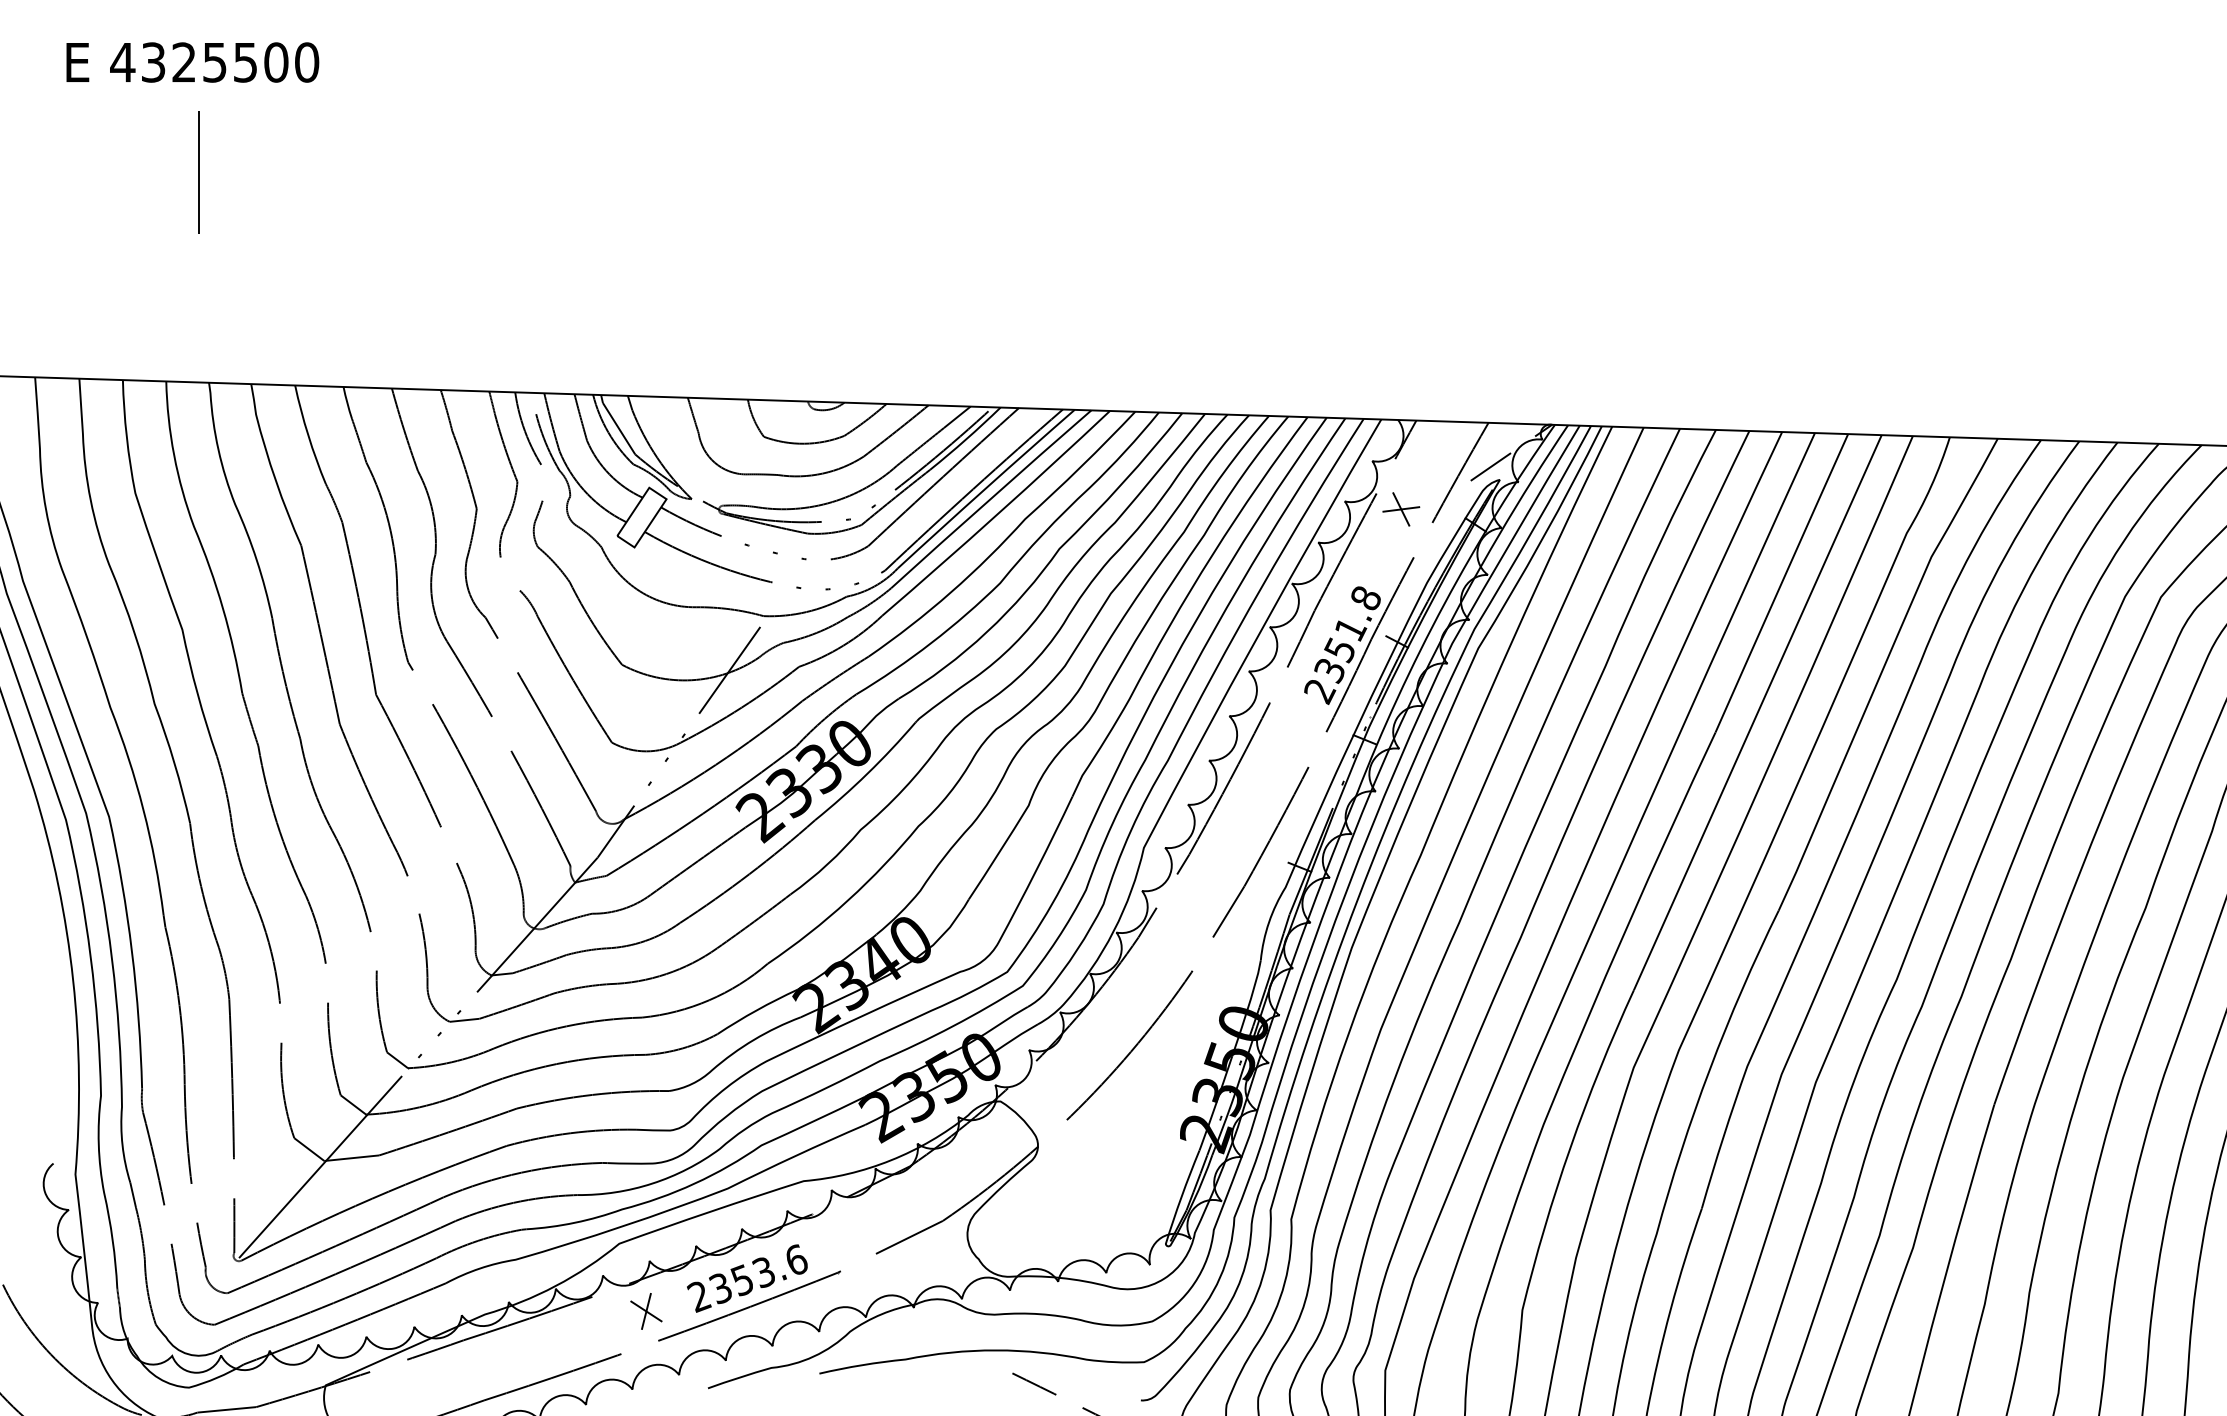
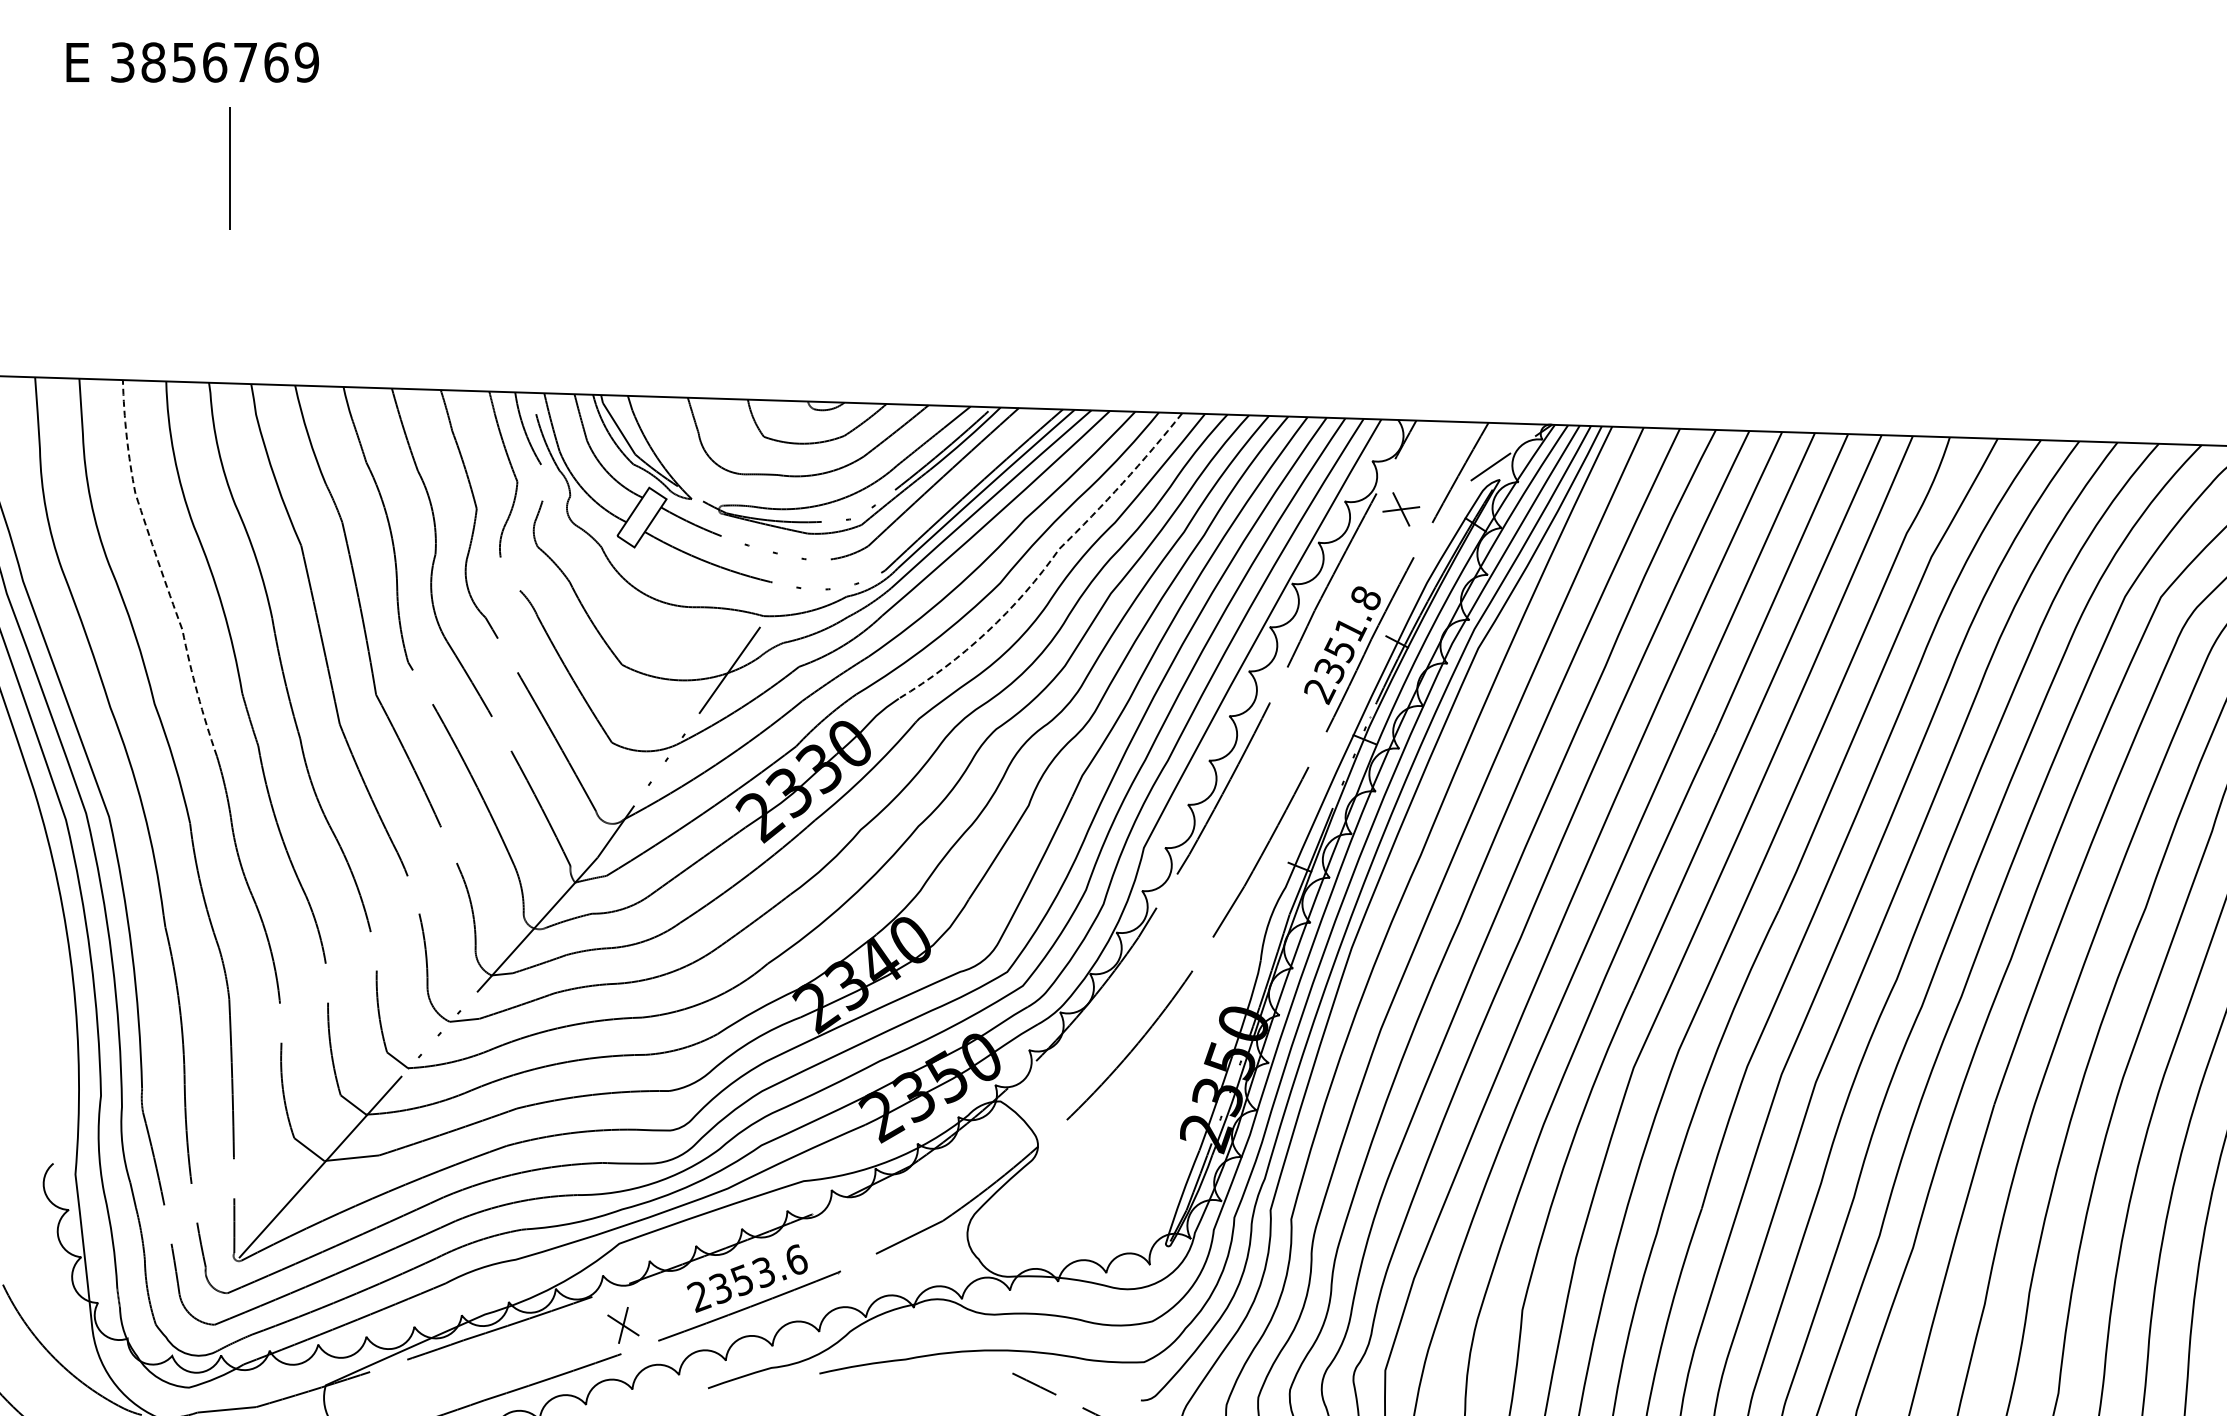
text at (214, 62): 4325500 -> 3856769
line at (198, 172) position: (198, 172) -> (229, 168)
line at (1046, 566): solid -> dashed
line at (160, 568): solid -> dashed
part at (646, 1311) position: (646, 1311) -> (623, 1325)
